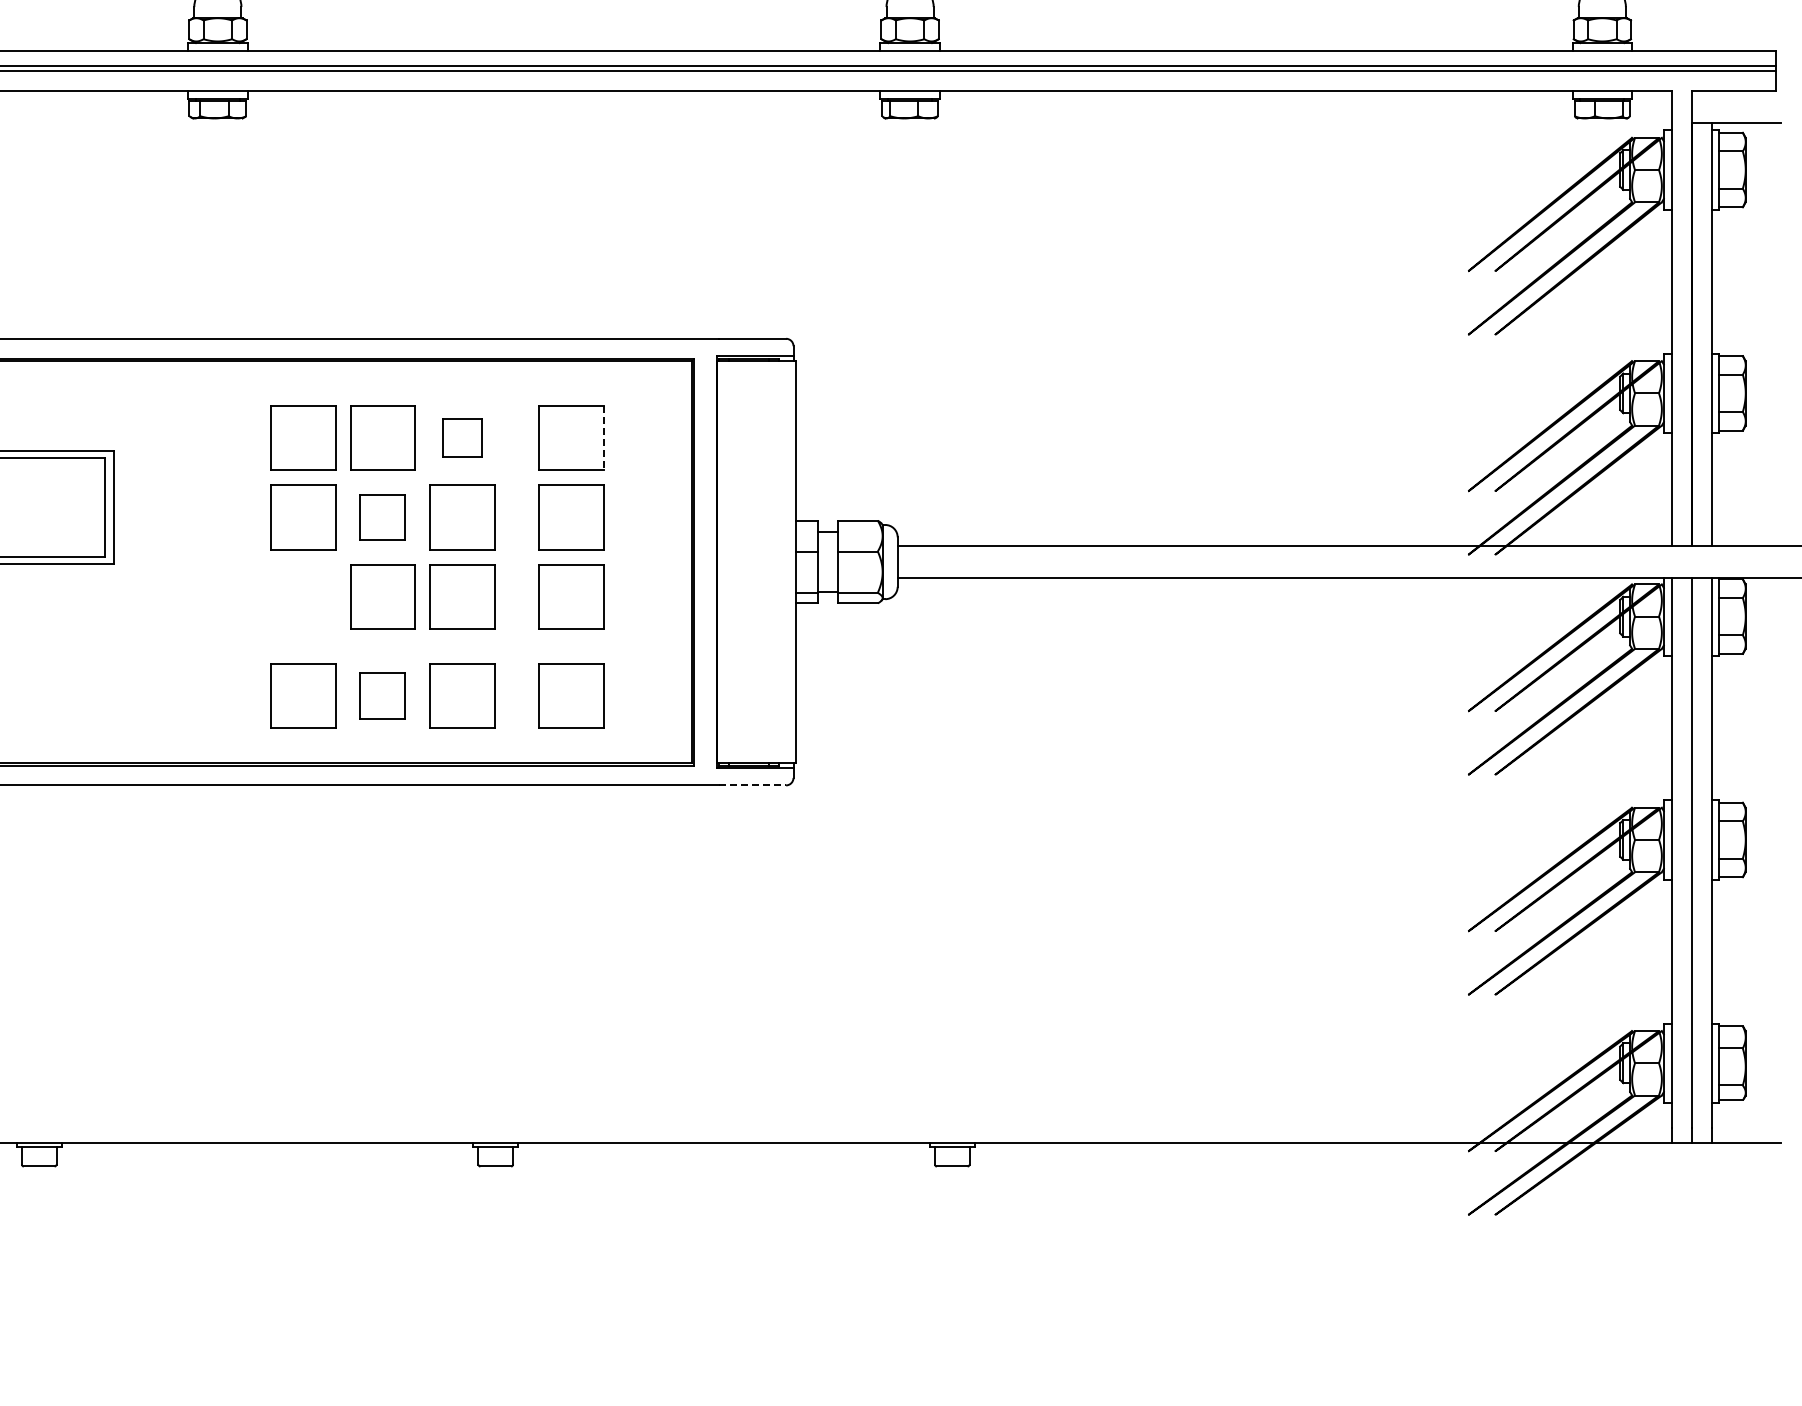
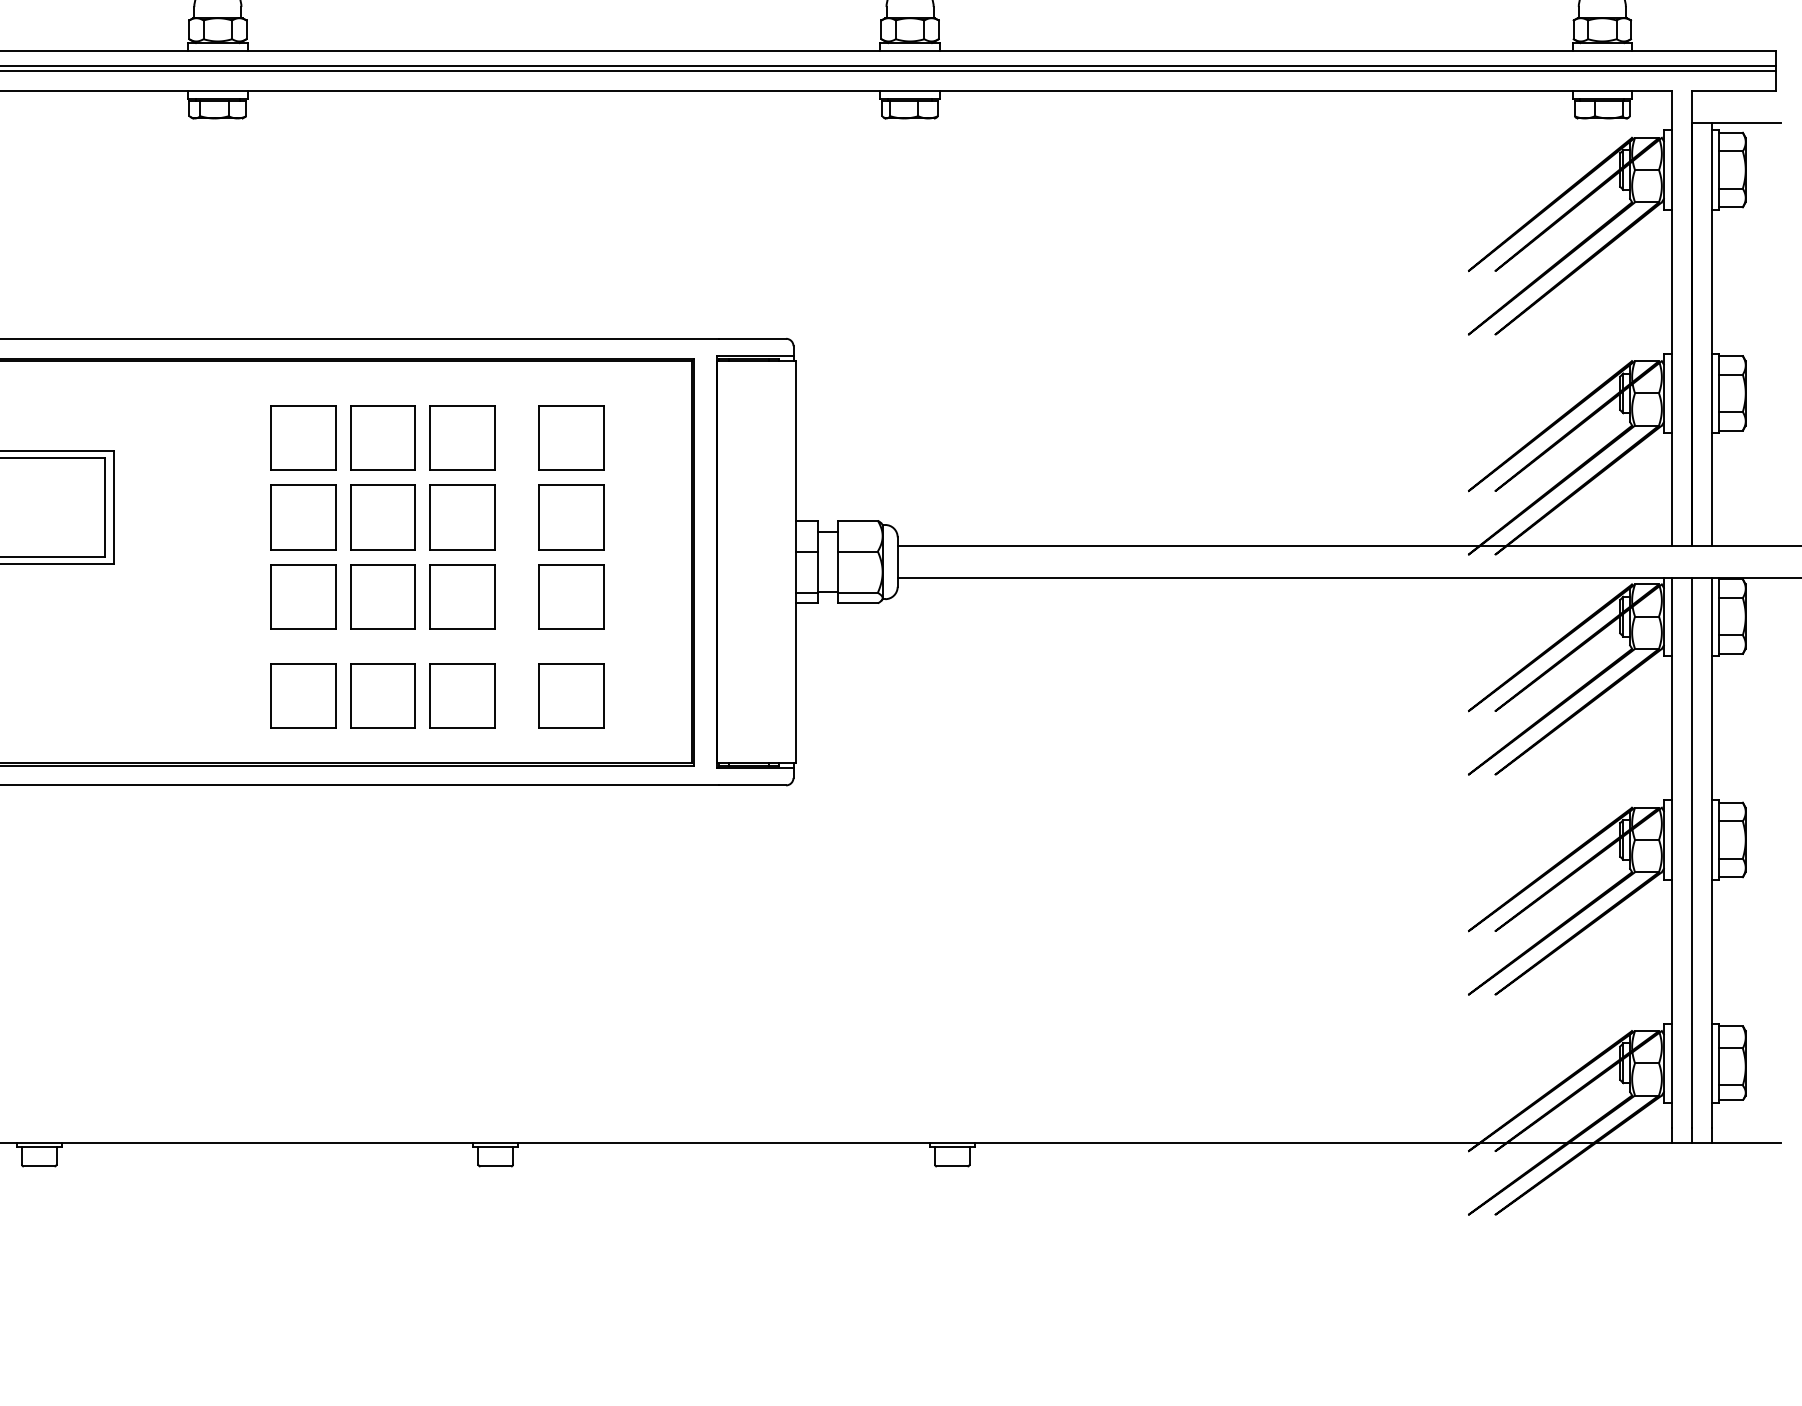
part at (462, 437) size: 41x40 px -> 67x66 px
line at (603, 438): dashed -> solid
part at (382, 517) size: 47x47 px -> 66x67 px
part at (303, 596): none -> present
part at (382, 695) size: 47x48 px -> 66x66 px
line at (753, 785): dashed -> solid
